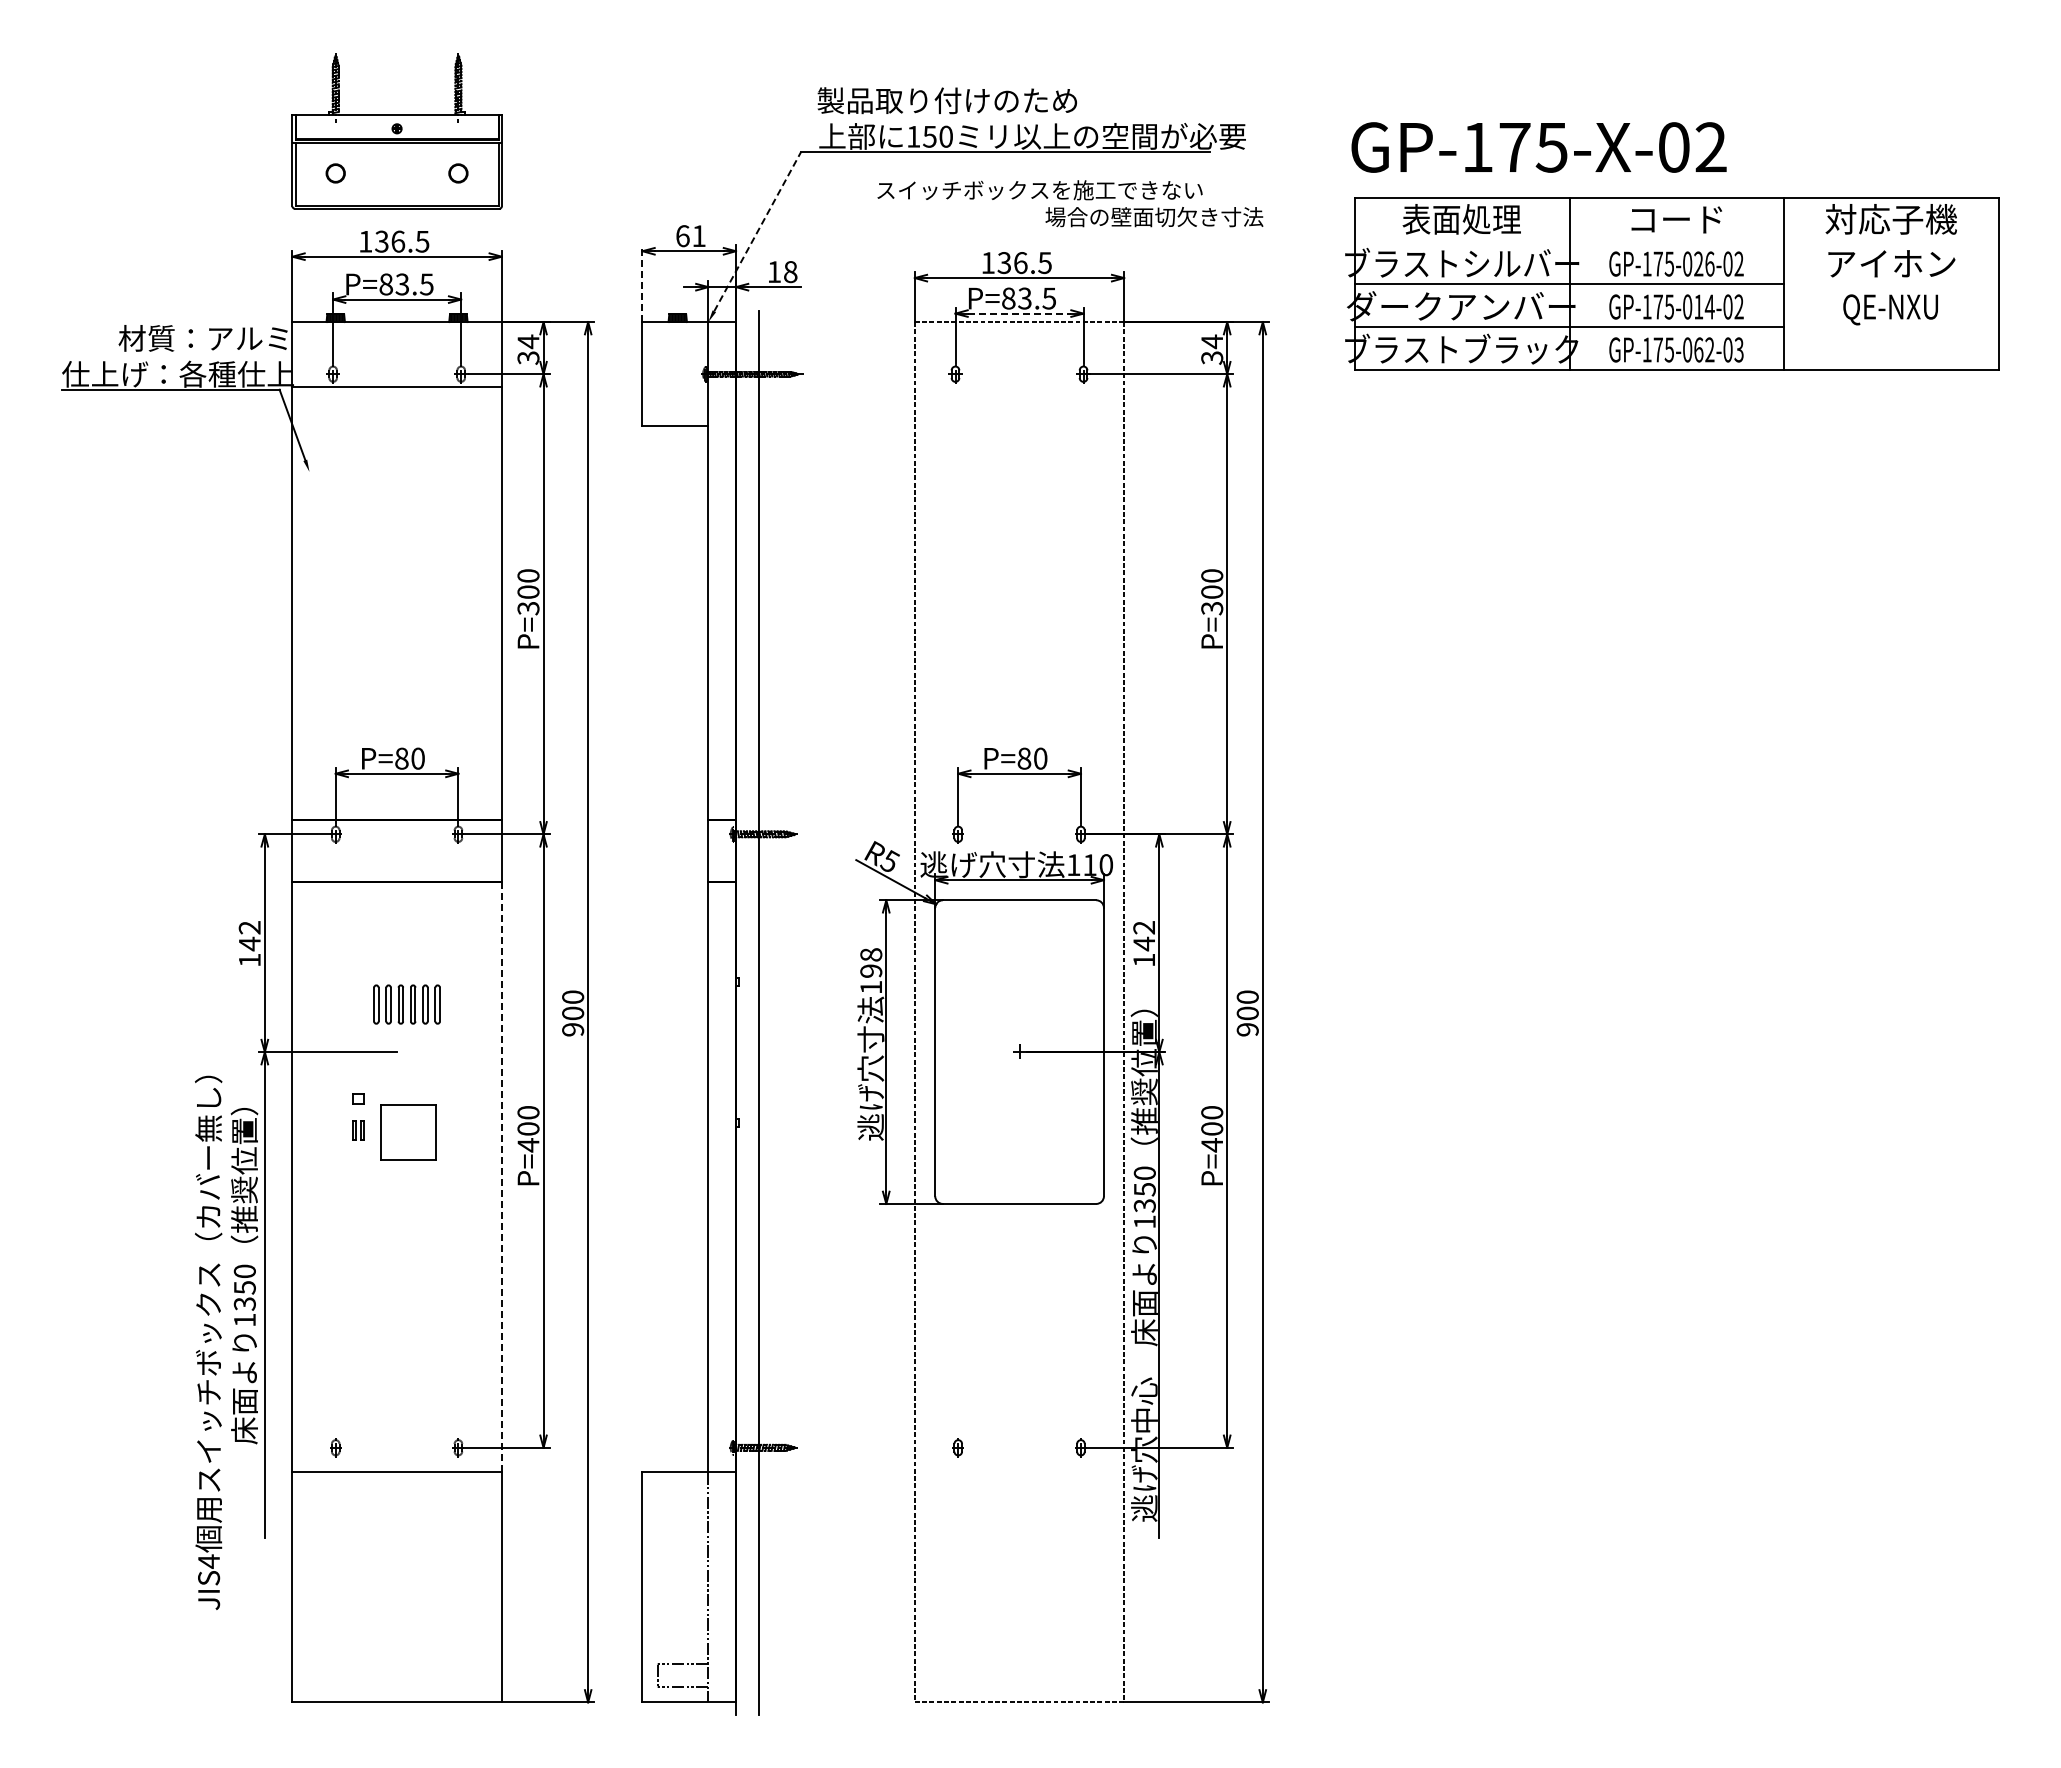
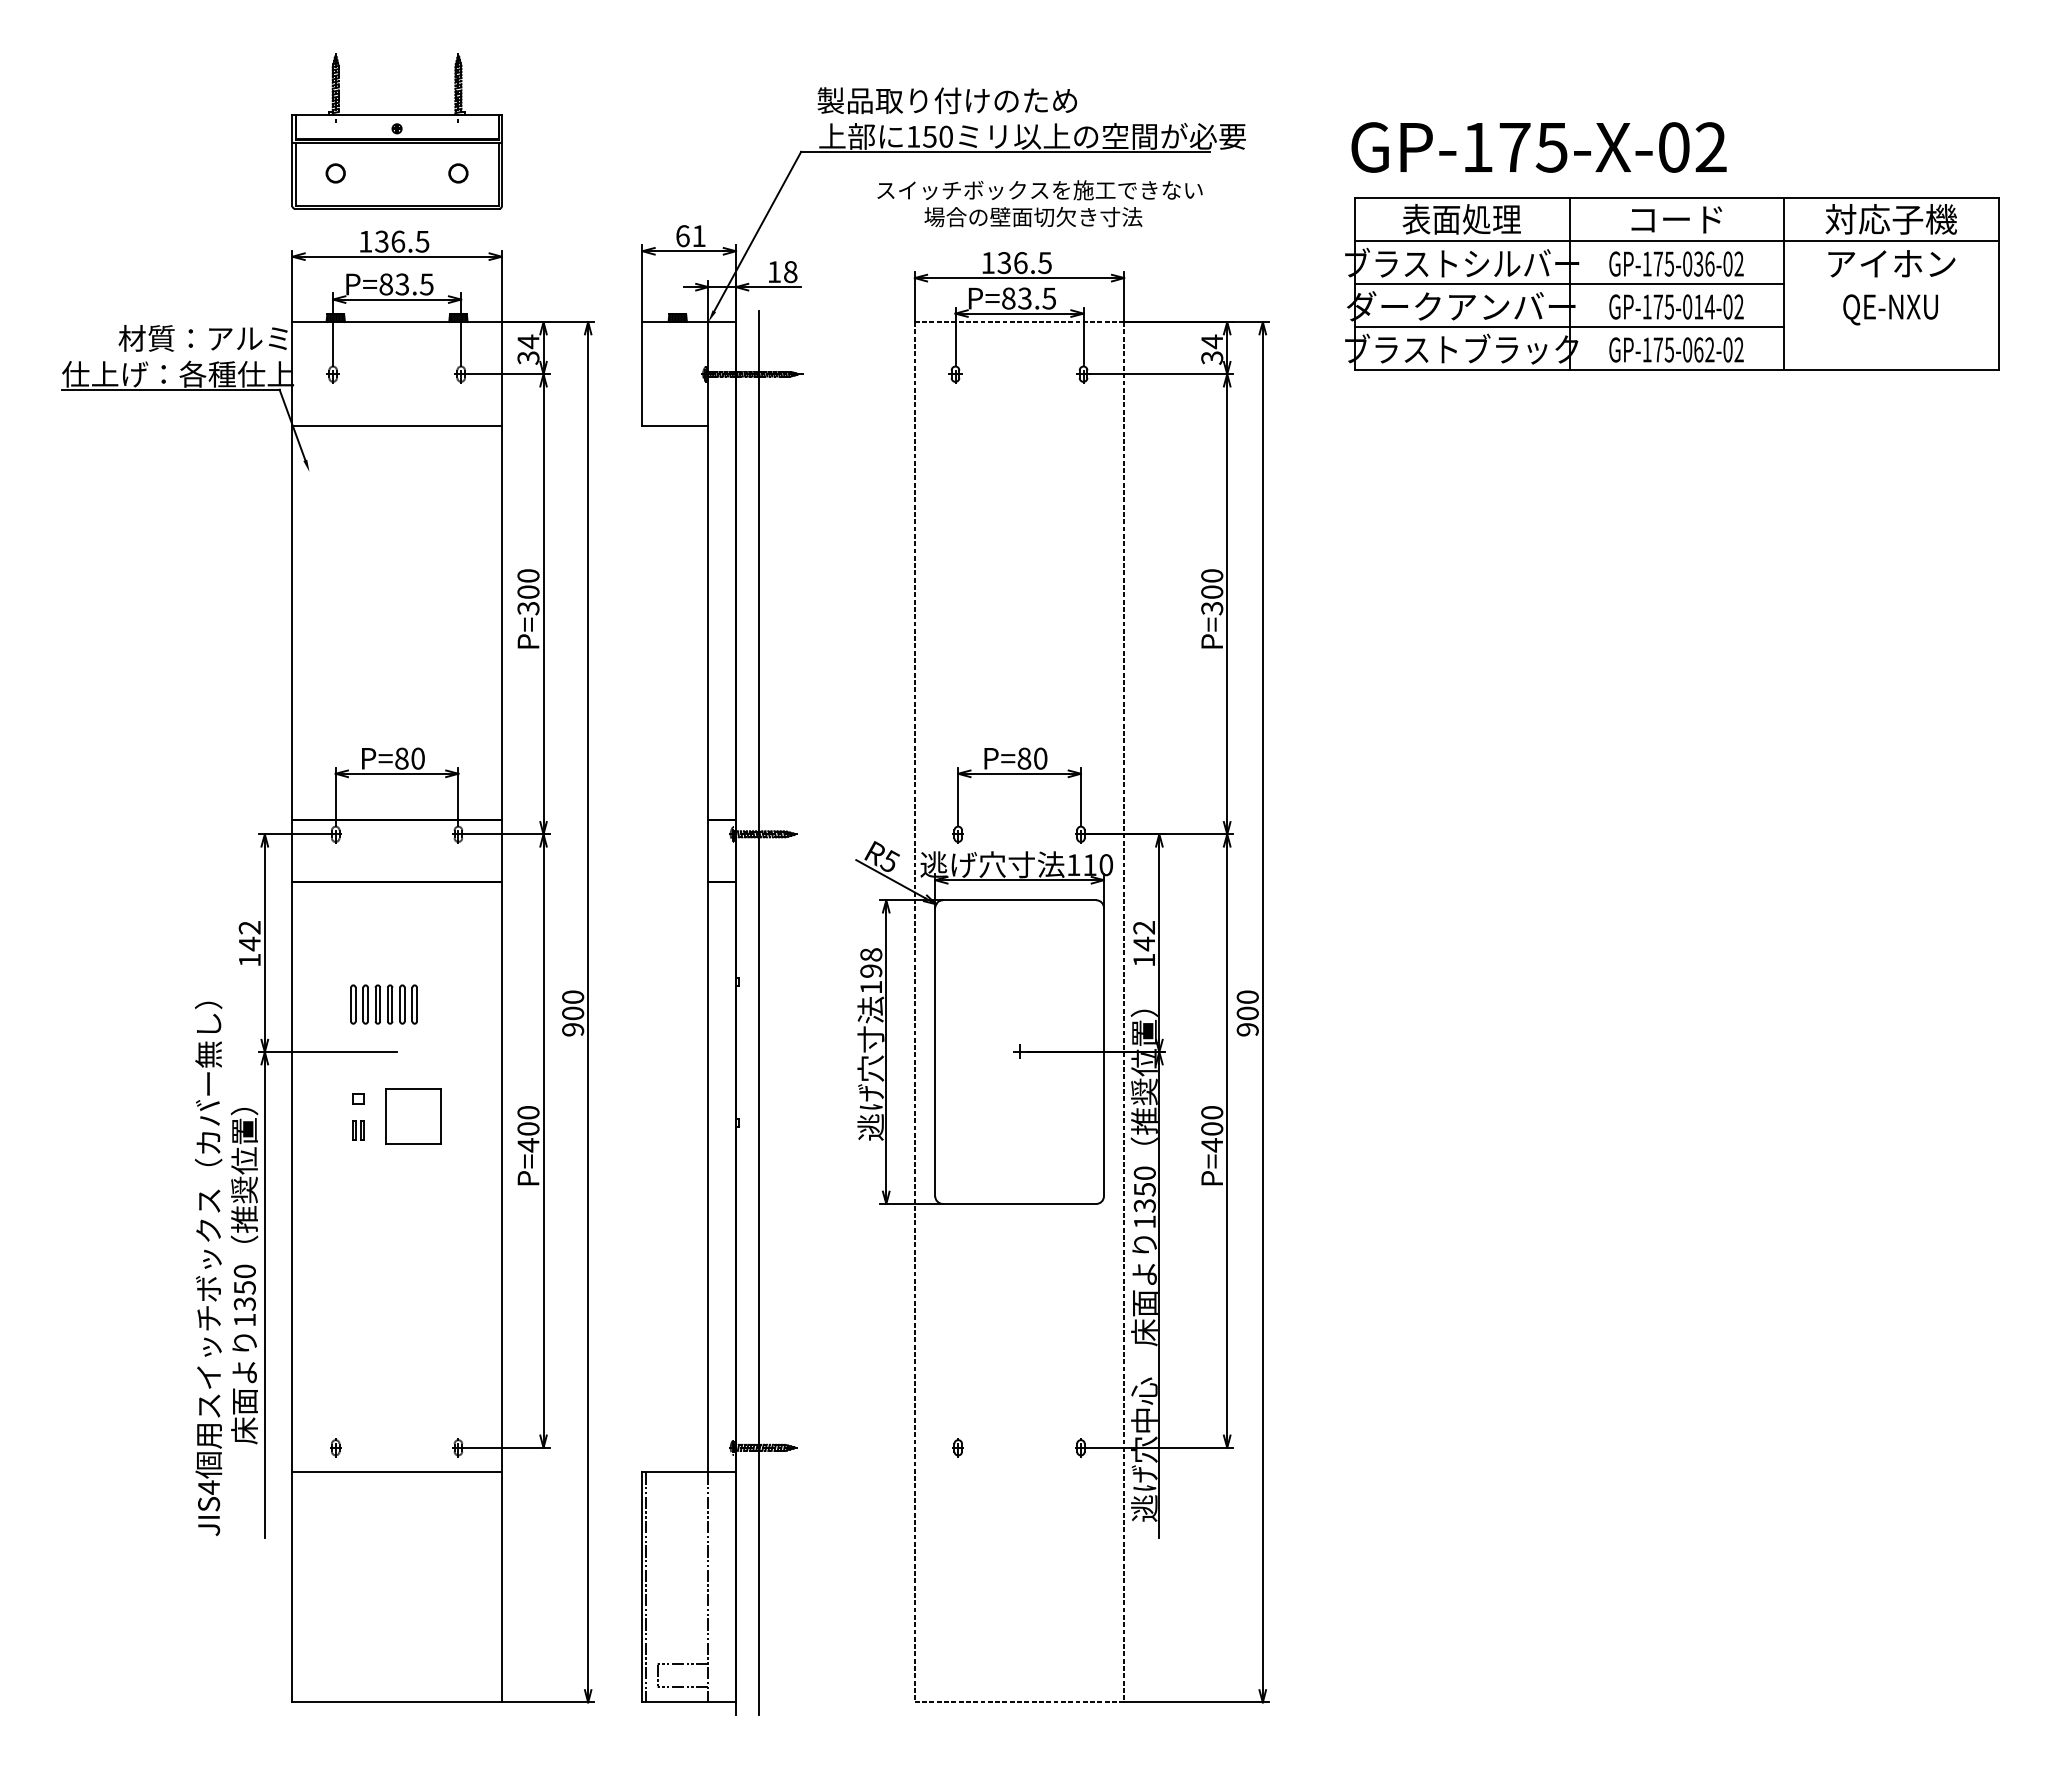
text at (1154, 217) position: (1154, 217) -> (1033, 217)
line at (757, 231): dashed -> solid
line at (1677, 241): none -> present
text at (1698, 264): GP-175-026-02 -> GP-175-036-02
line at (642, 283): dashed -> solid
line at (1019, 313): dashed -> solid
text at (1738, 349): GP-175-062-03 -> GP-175-062-02
line at (396, 387) position: (396, 387) -> (396, 426)
part at (406, 1004) position: (406, 1004) -> (383, 1004)
part at (408, 1132) position: (408, 1132) -> (413, 1116)
line at (501, 1177): dashed -> solid
text at (208, 1342) position: (208, 1342) -> (208, 1268)
line at (645, 1587): none -> present
